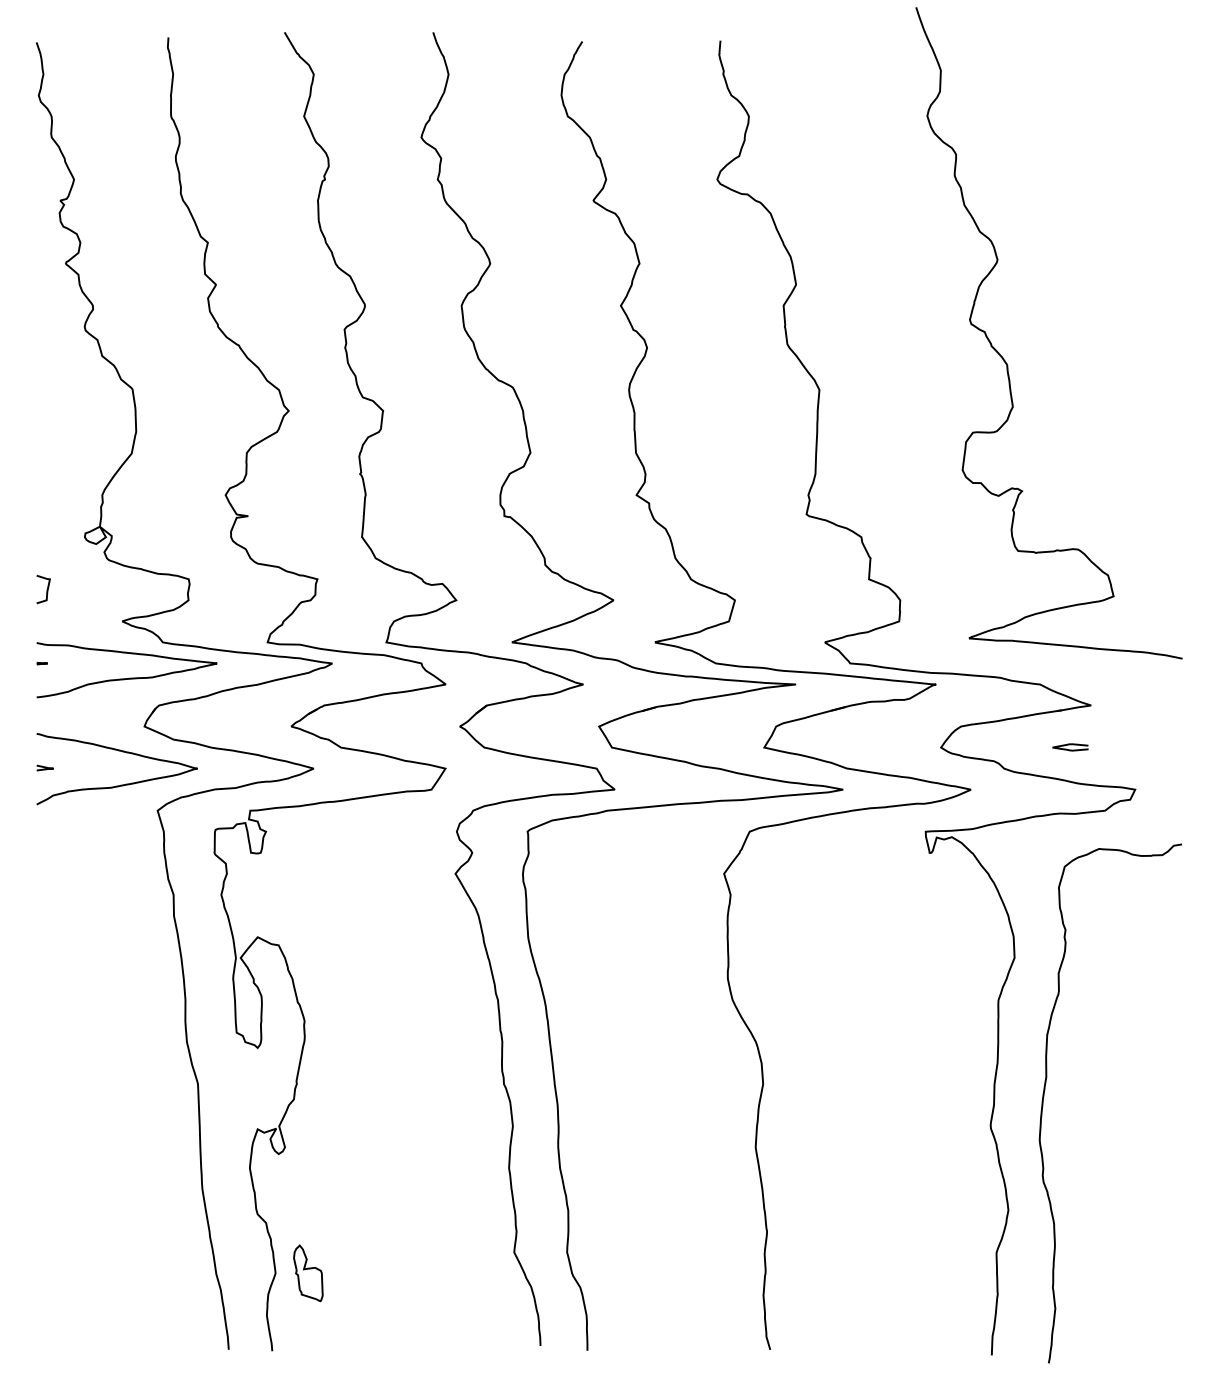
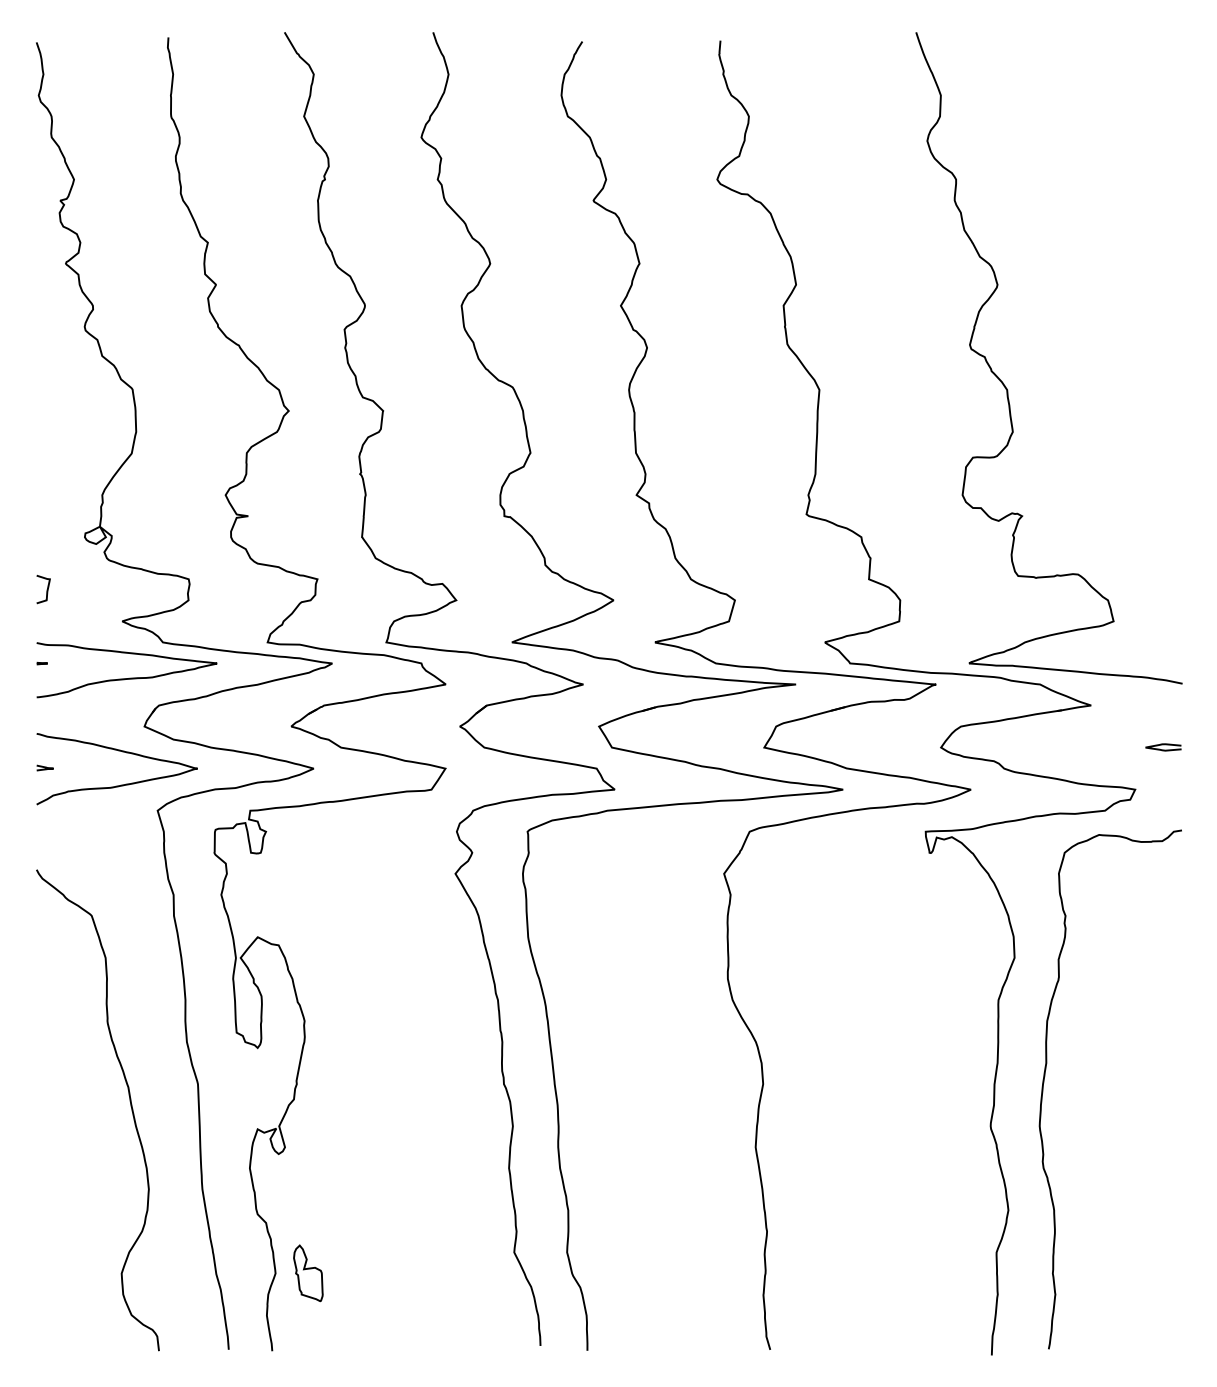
curve at (1005, 360) position: (1005, 360) -> (1005, 385)
curve at (1070, 745) position: (1070, 745) -> (1163, 745)
curve at (1044, 1097) position: (1044, 1097) -> (1044, 1083)
curve at (129, 1101): none -> present
